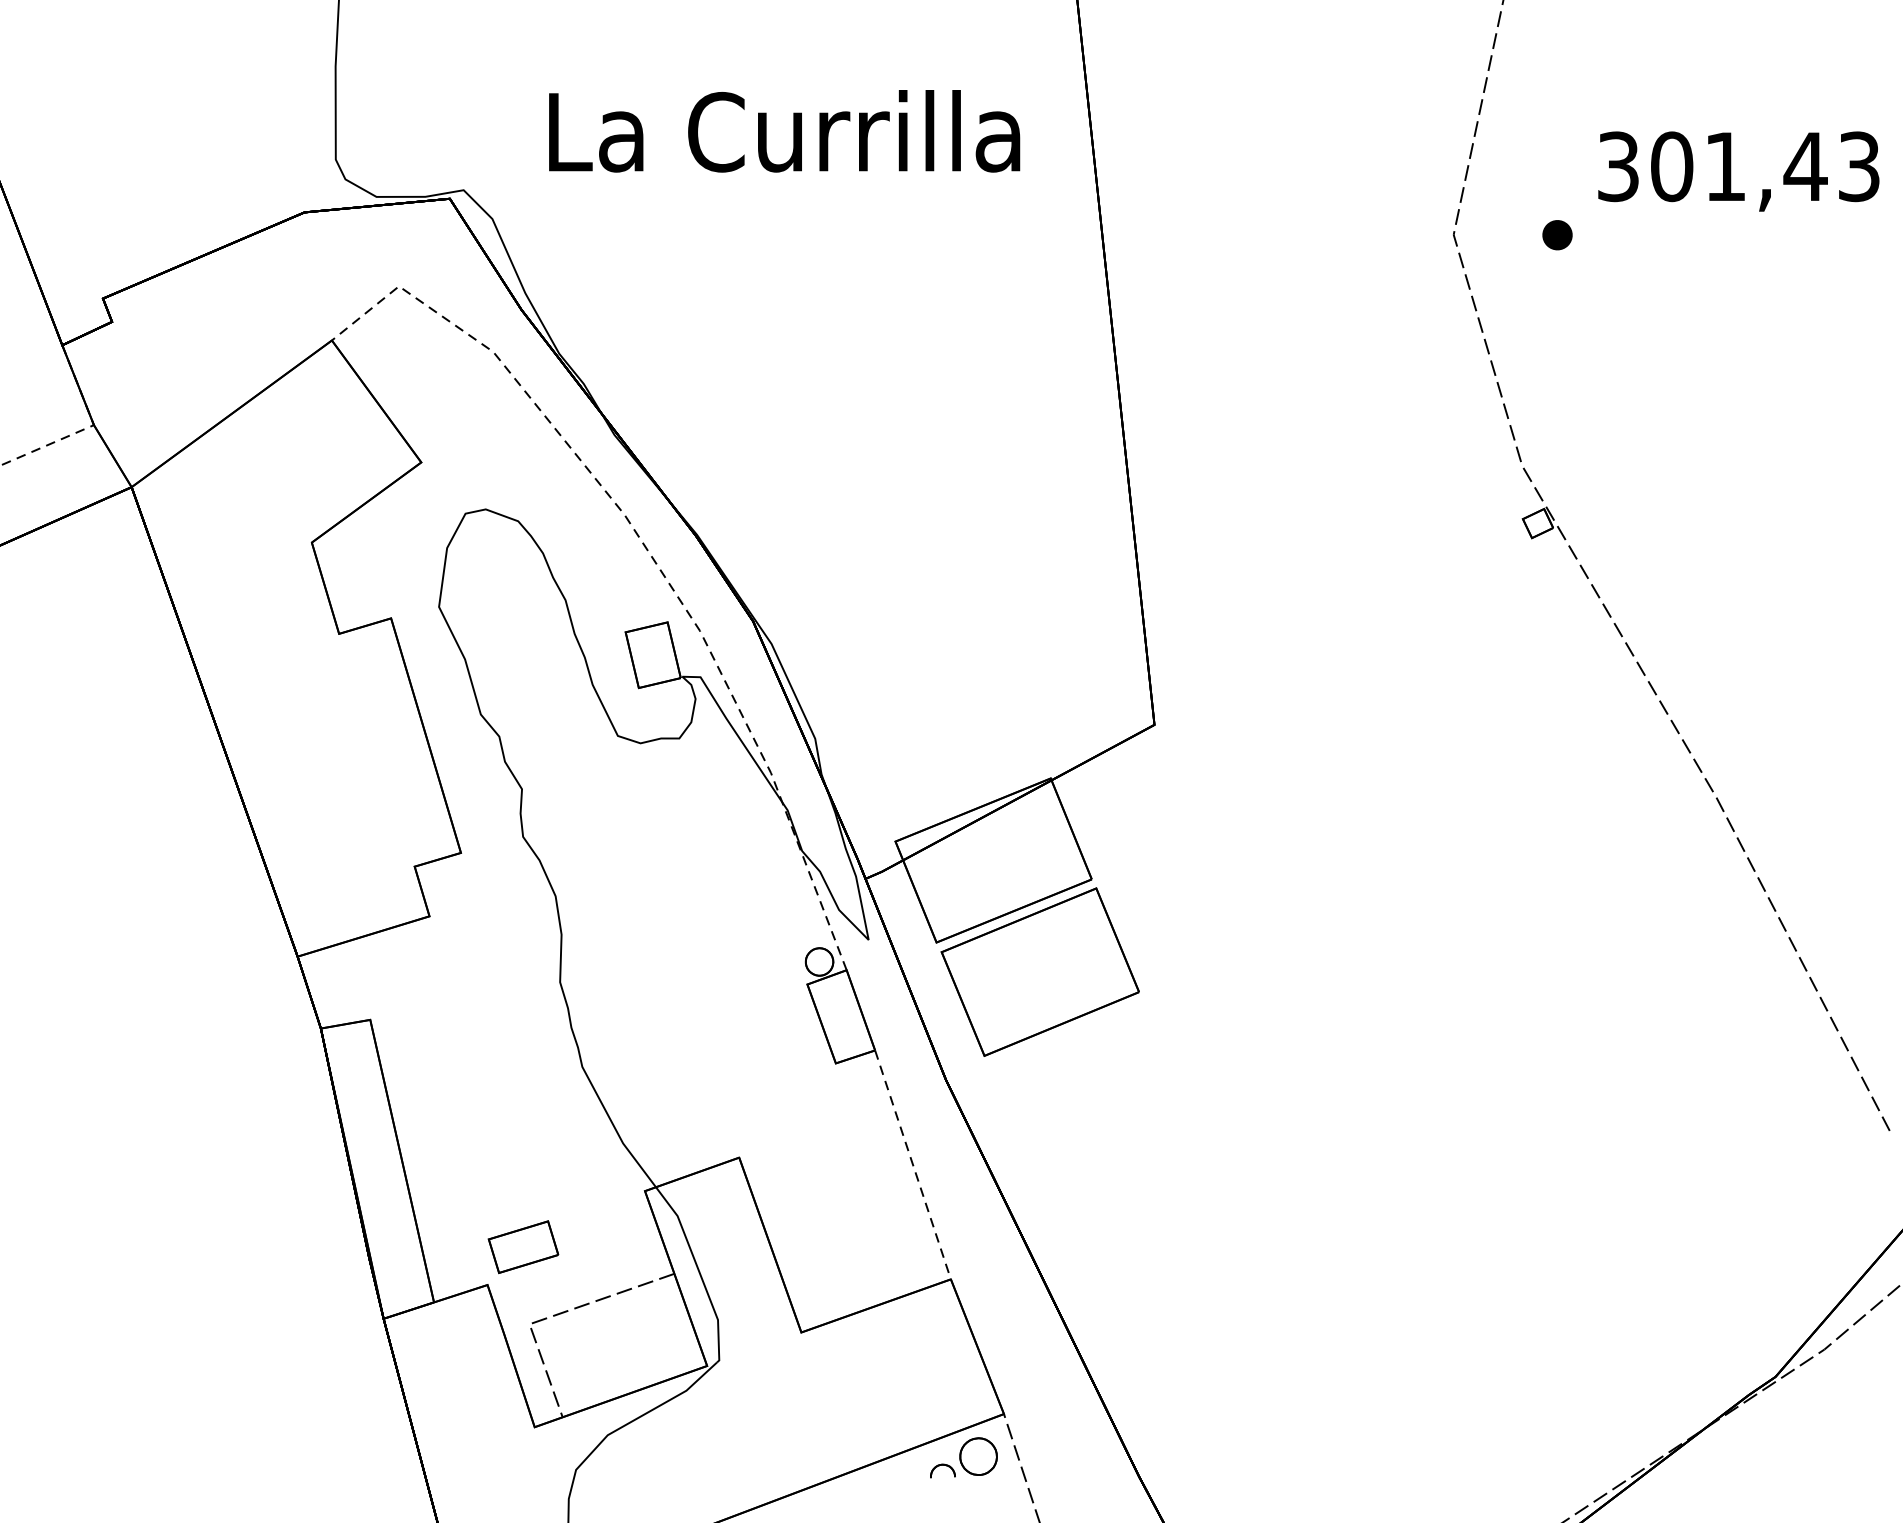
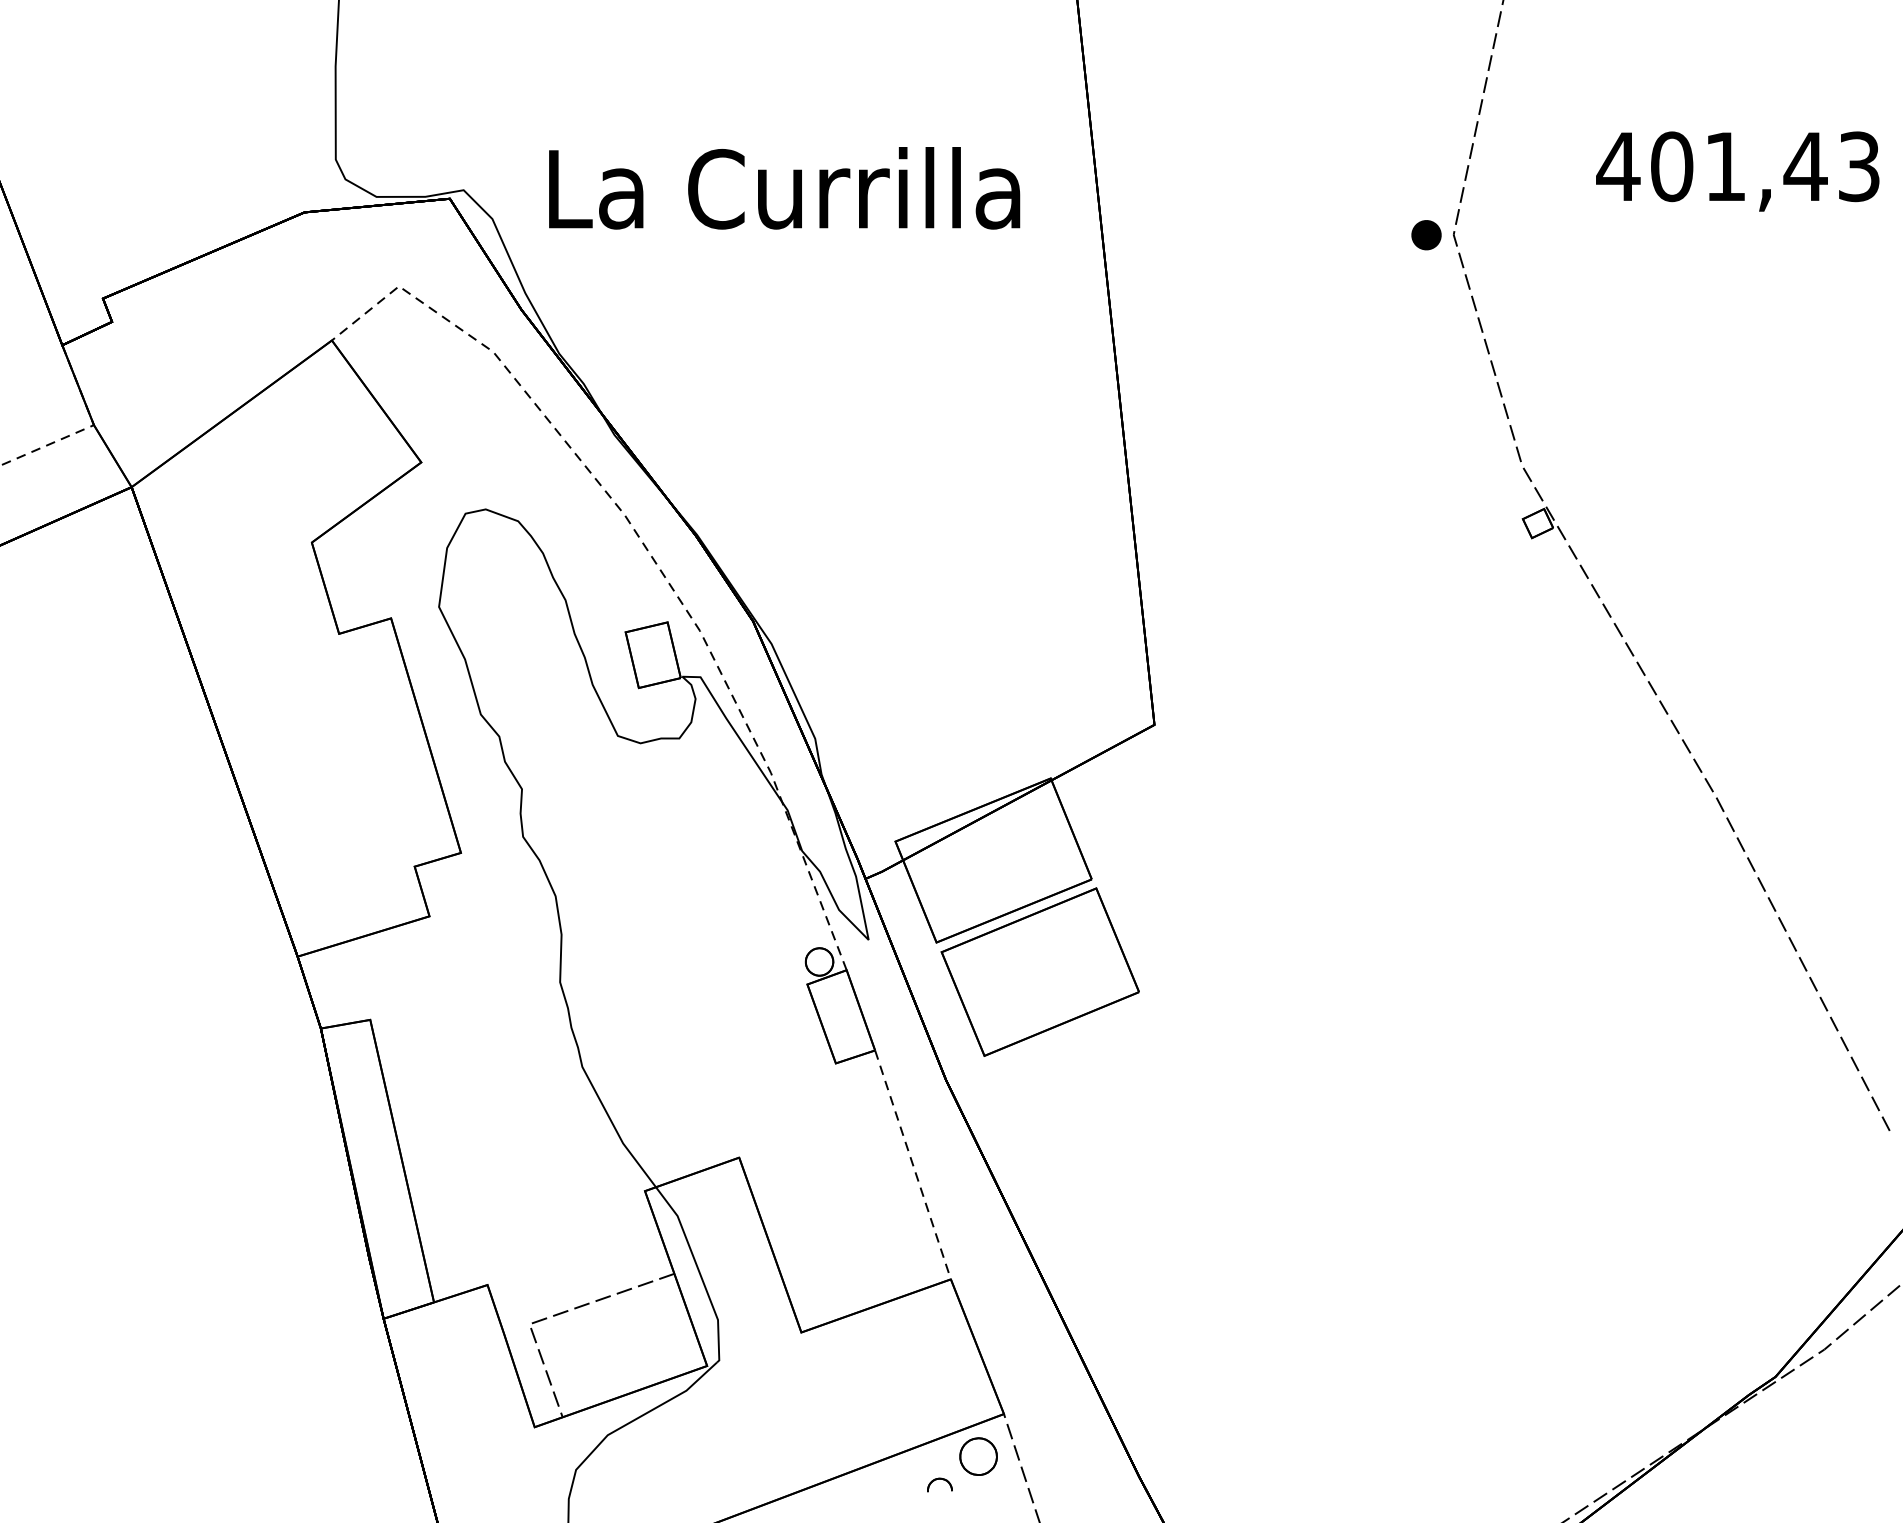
text at (784, 131) position: (784, 131) -> (784, 188)
text at (1618, 166): 301,43 -> 401,43
part at (1557, 235) position: (1557, 235) -> (1426, 235)
part at (523, 1247): present -> none
part at (942, 1470) position: (942, 1470) -> (939, 1484)
